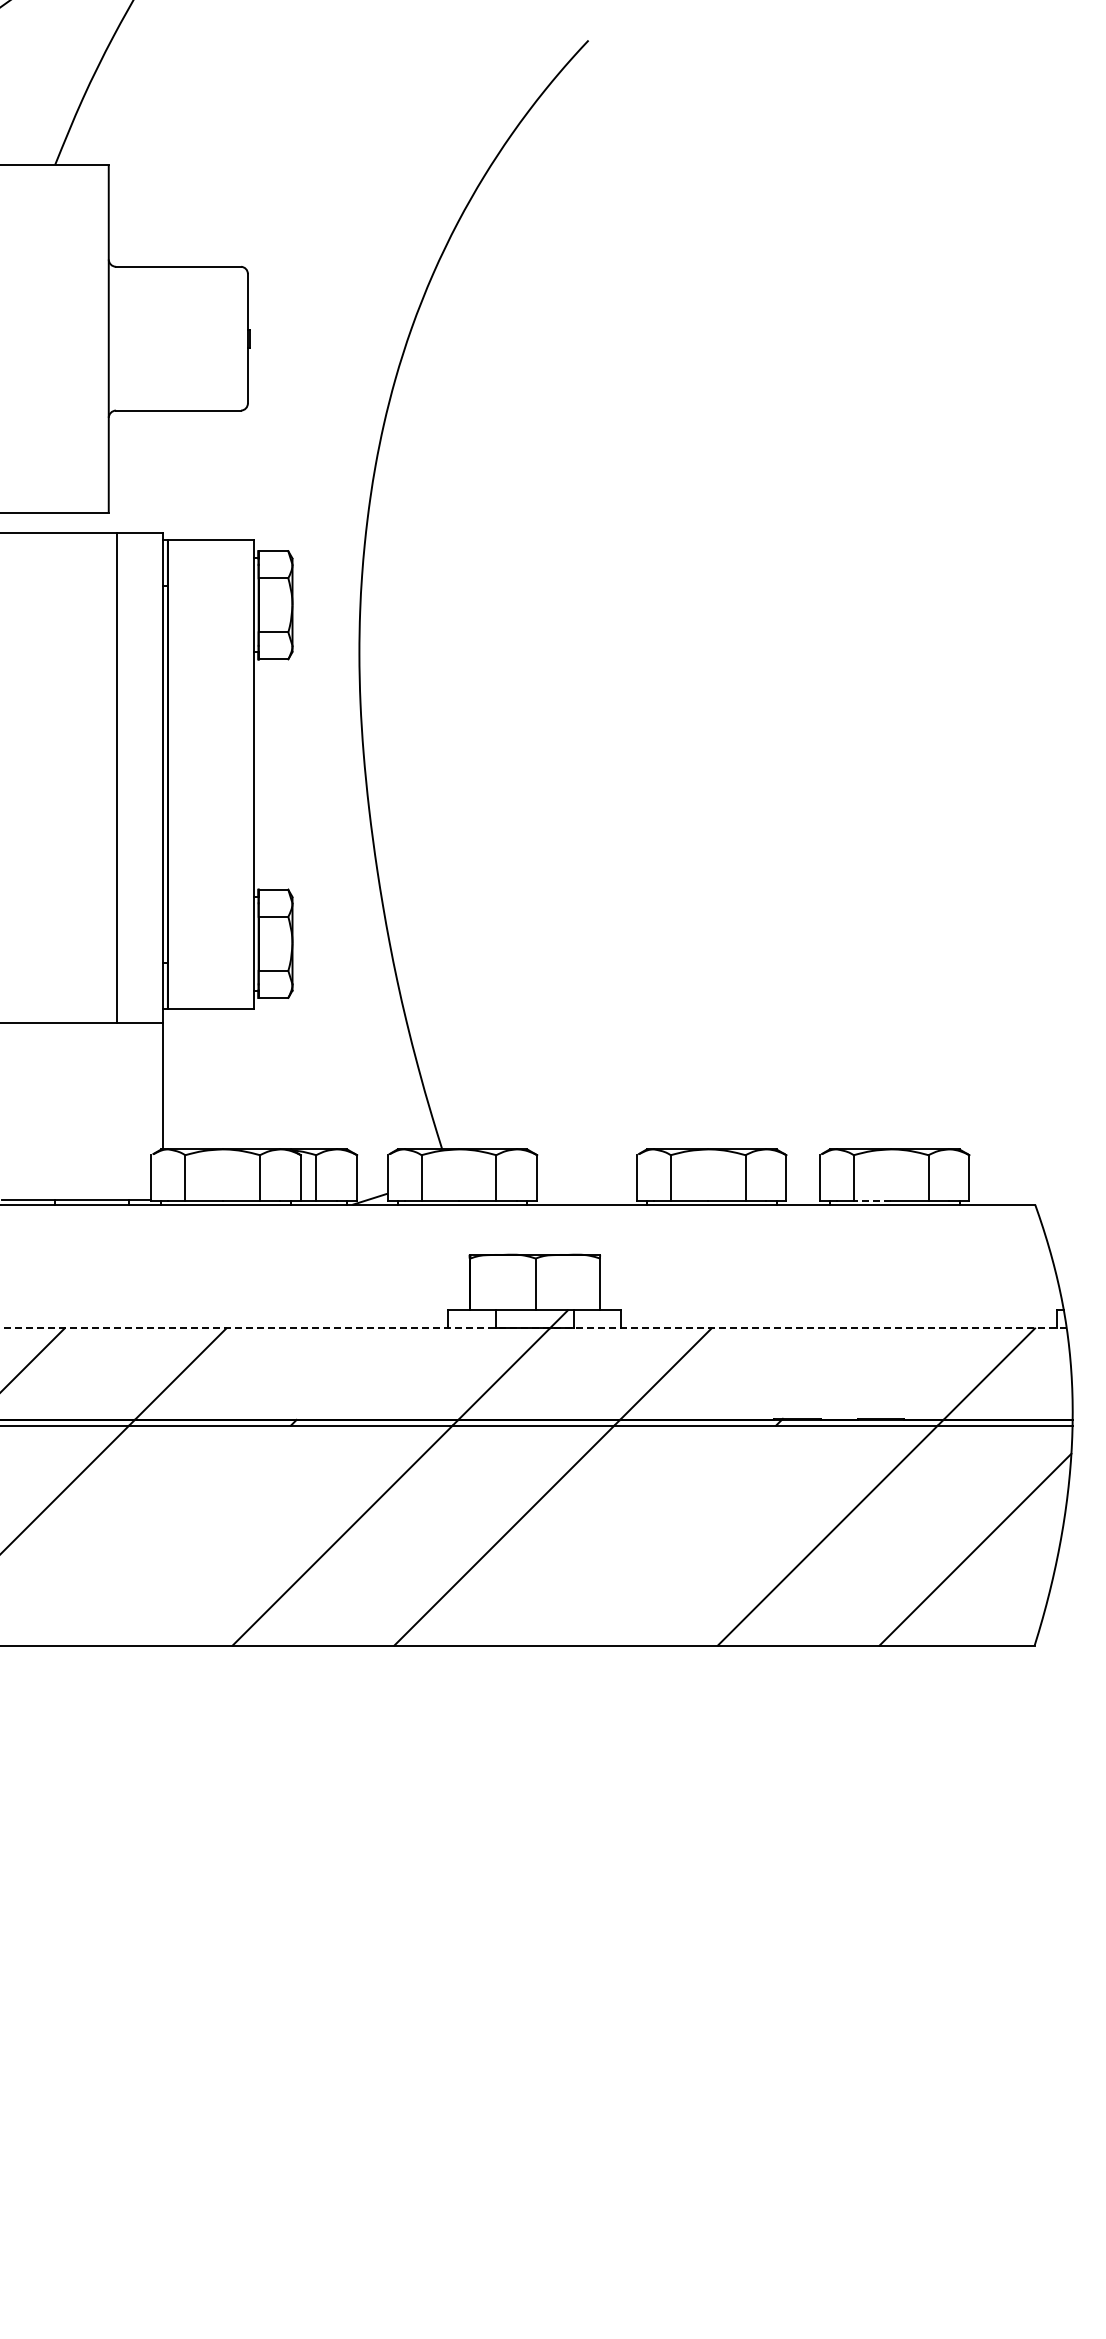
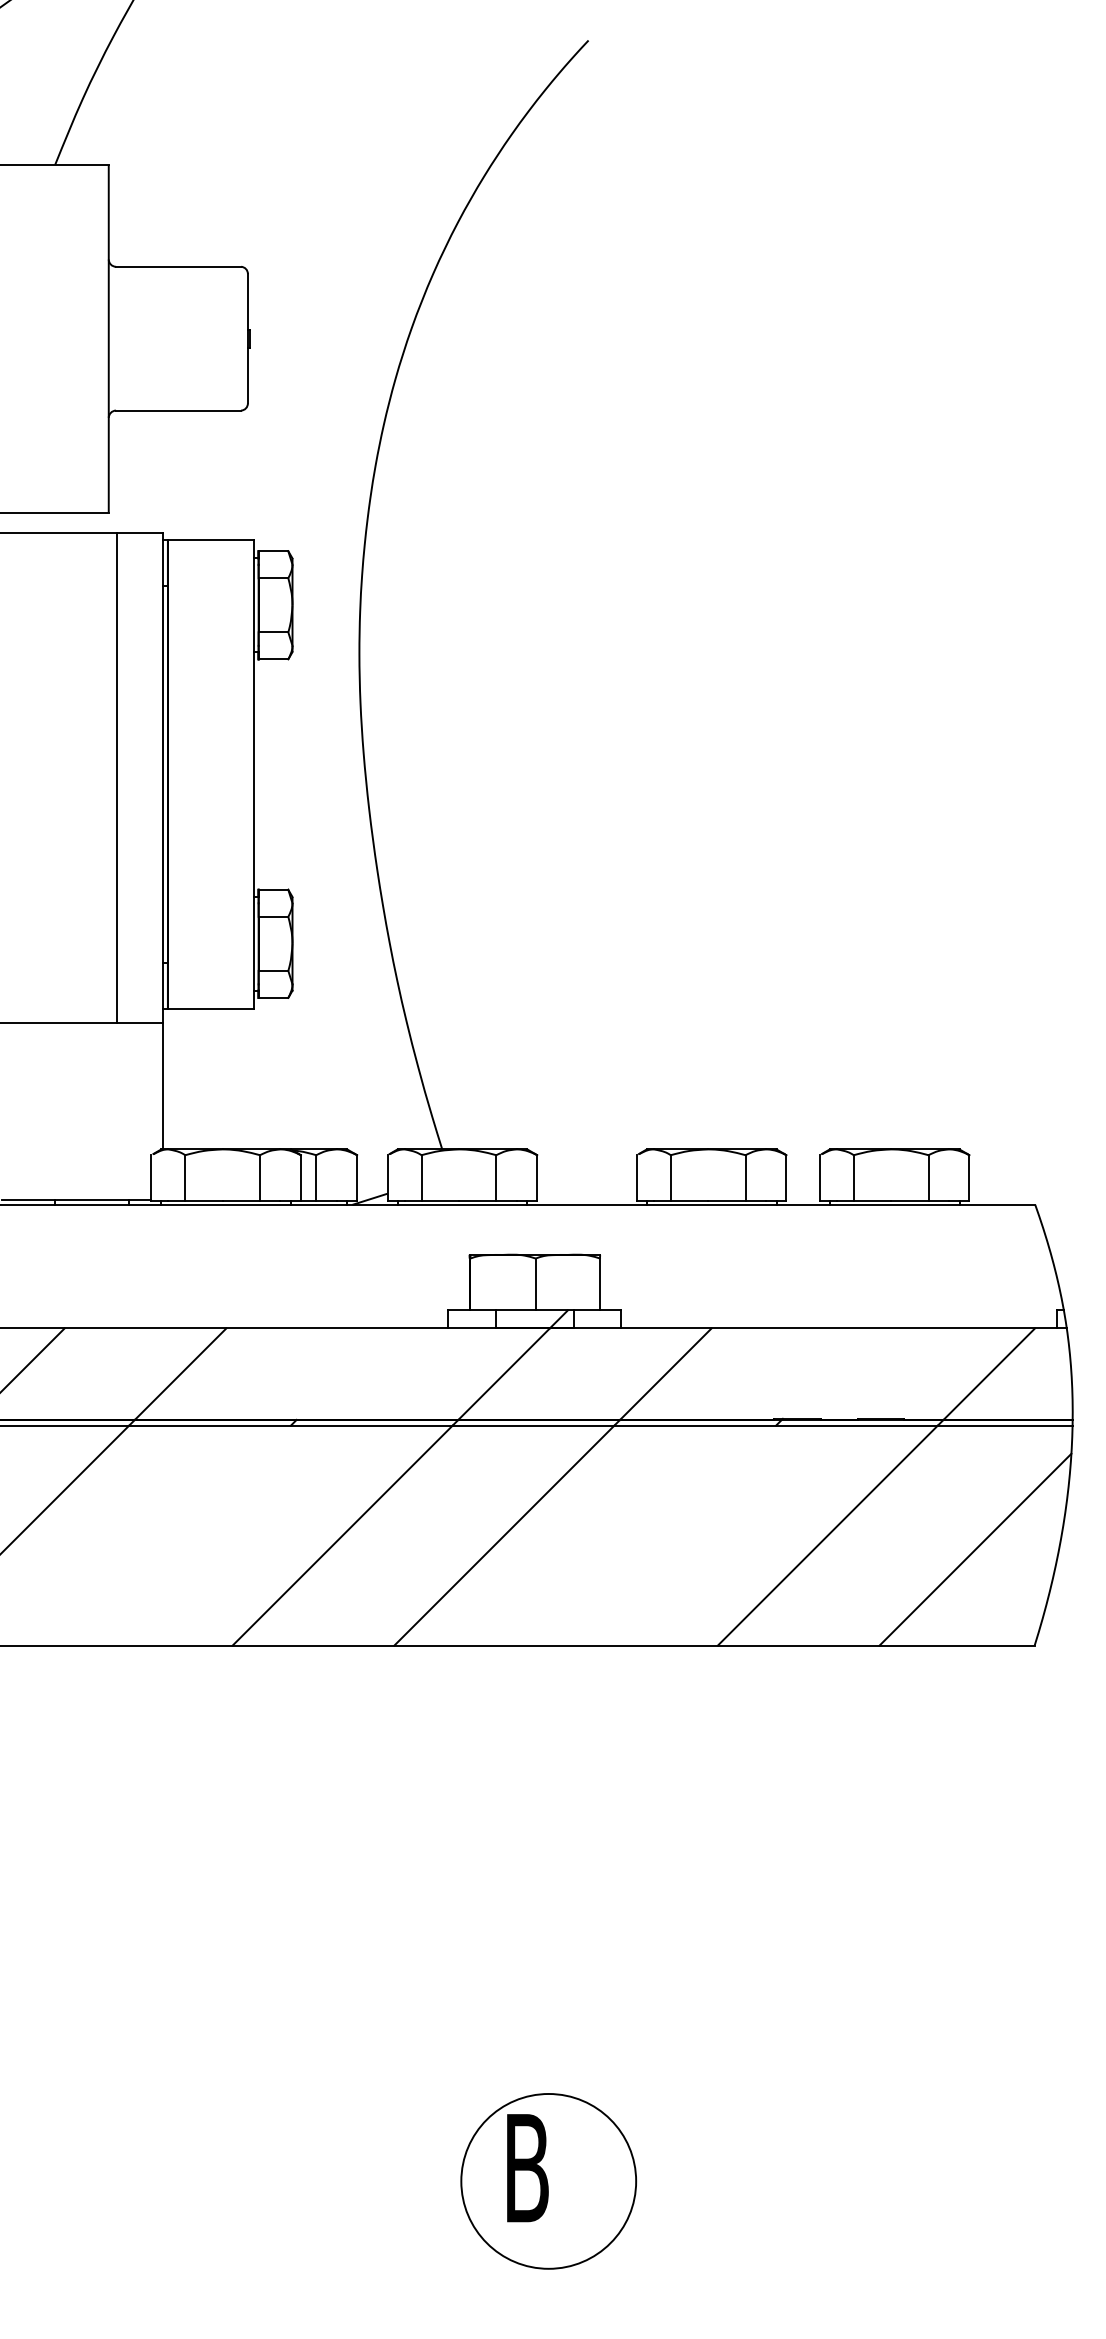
line at (872, 1200): dashed -> solid
line at (532, 1328): dashed -> solid
part at (548, 2181): none -> present
